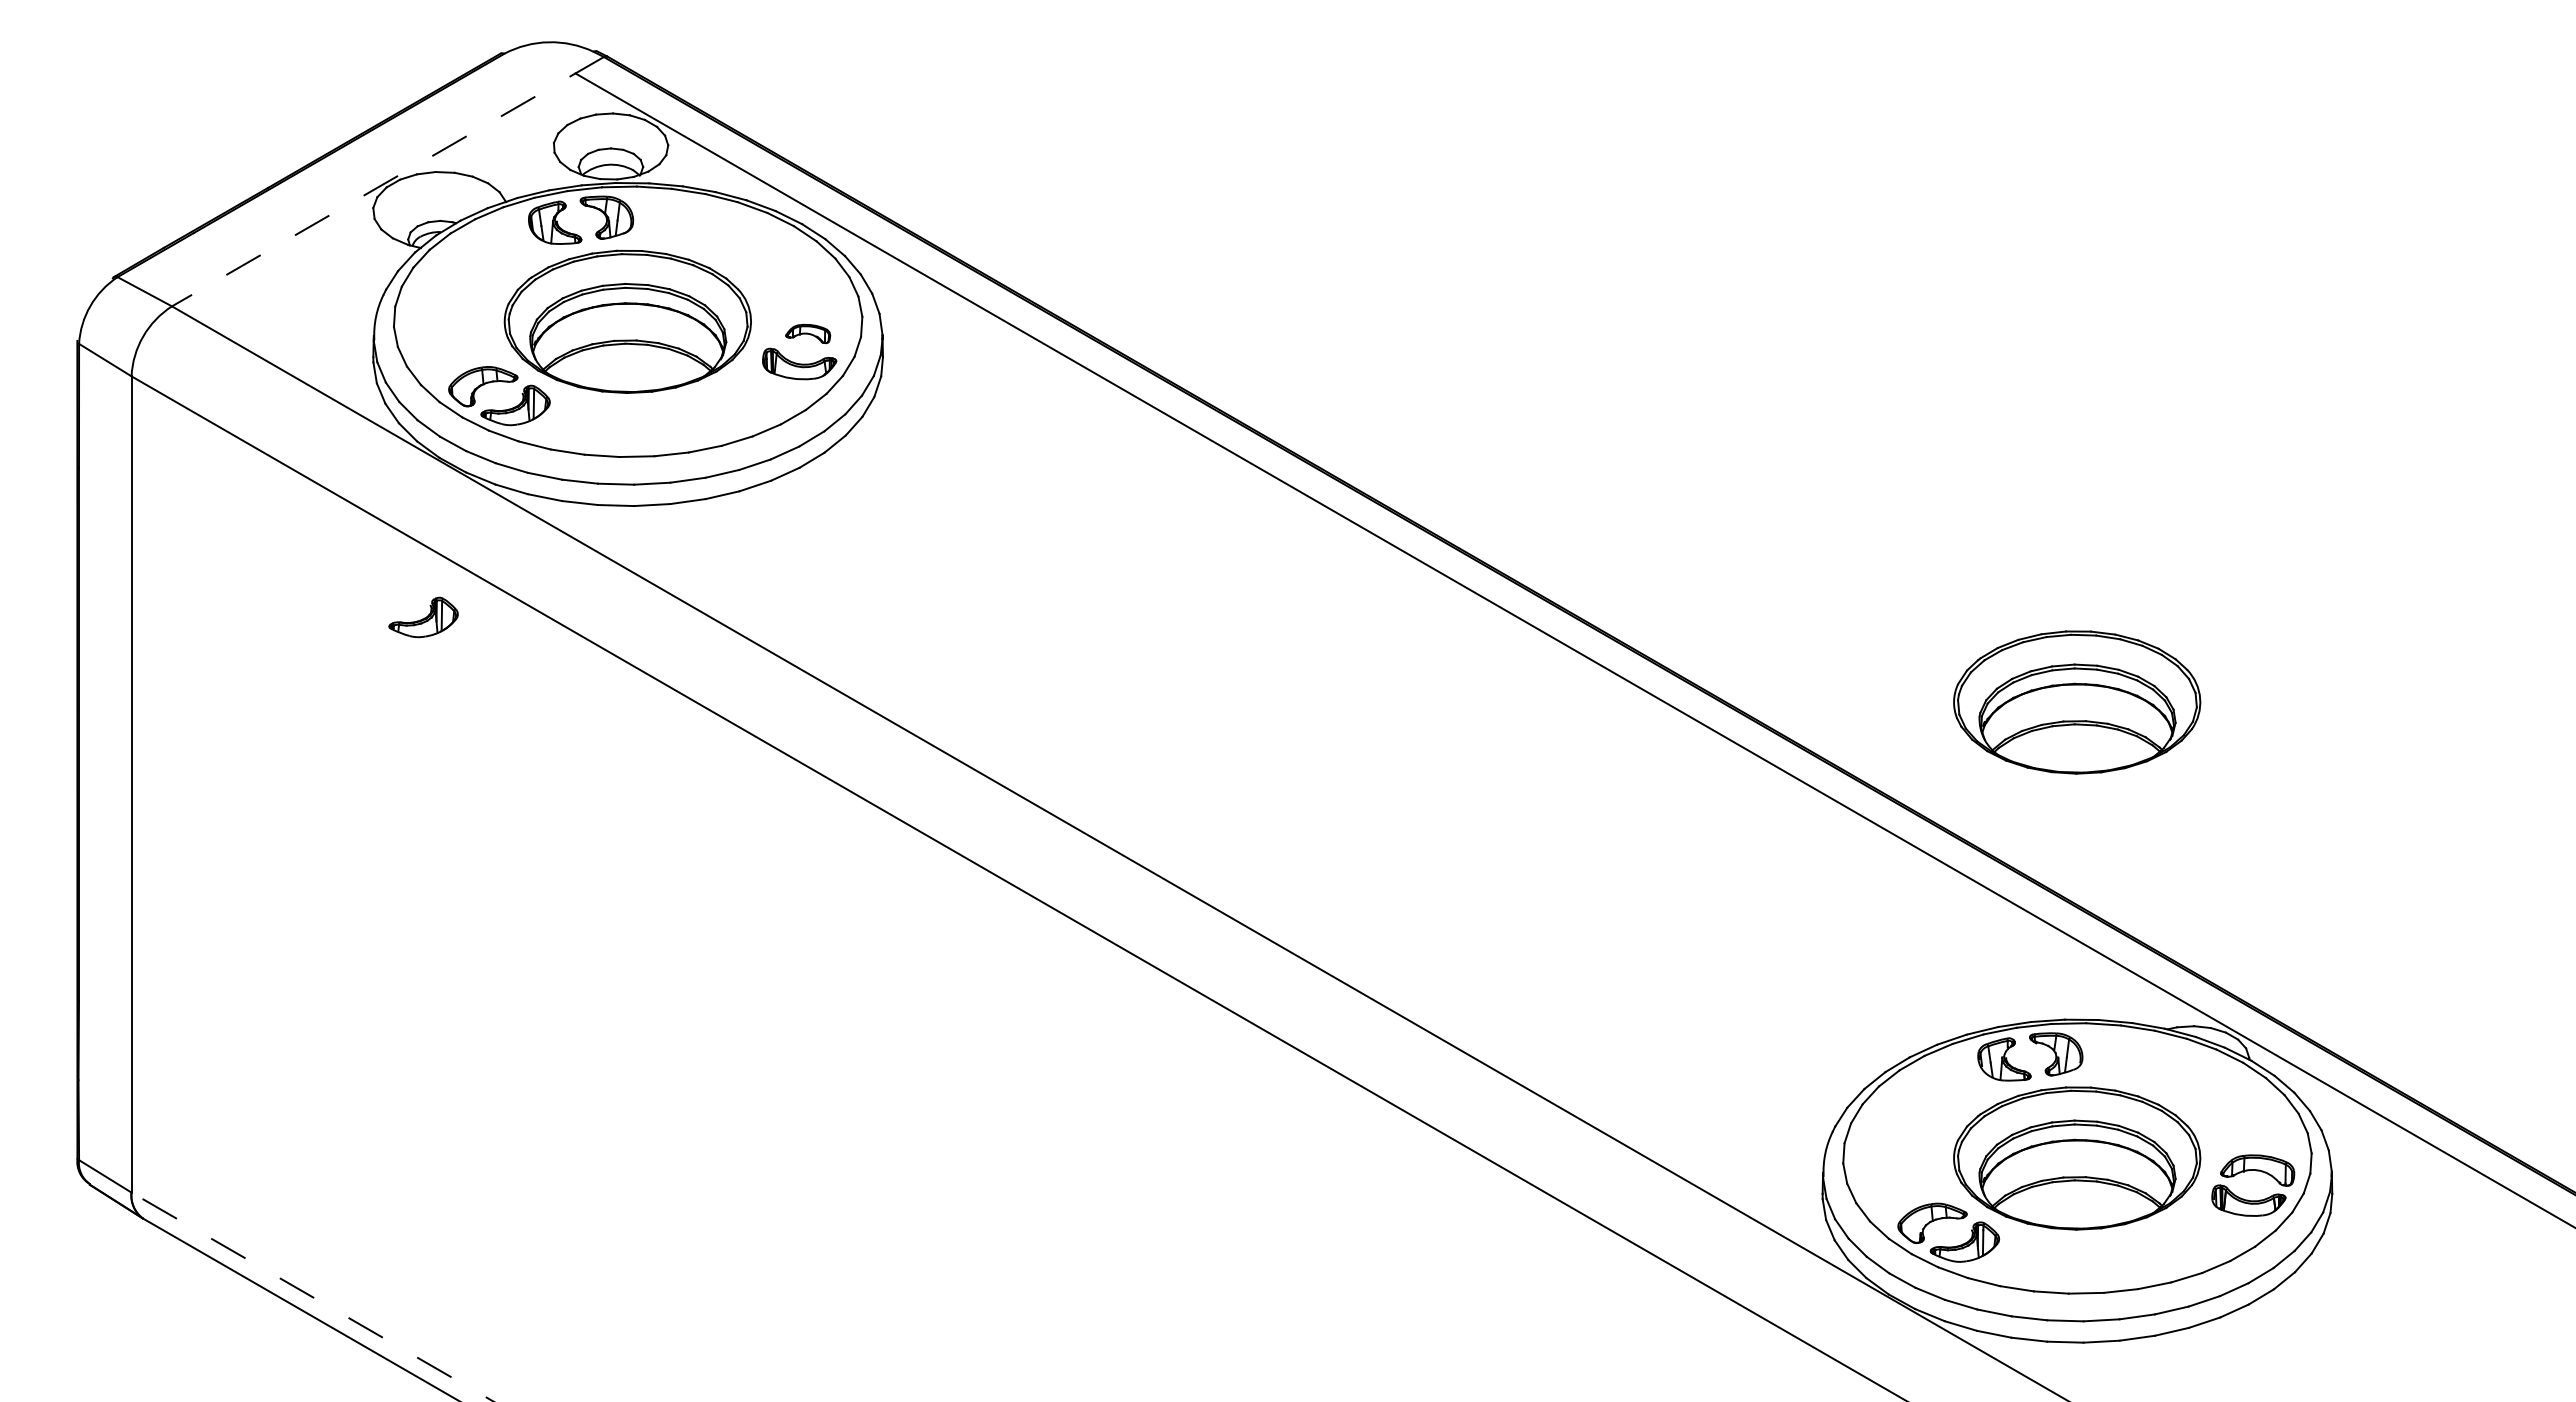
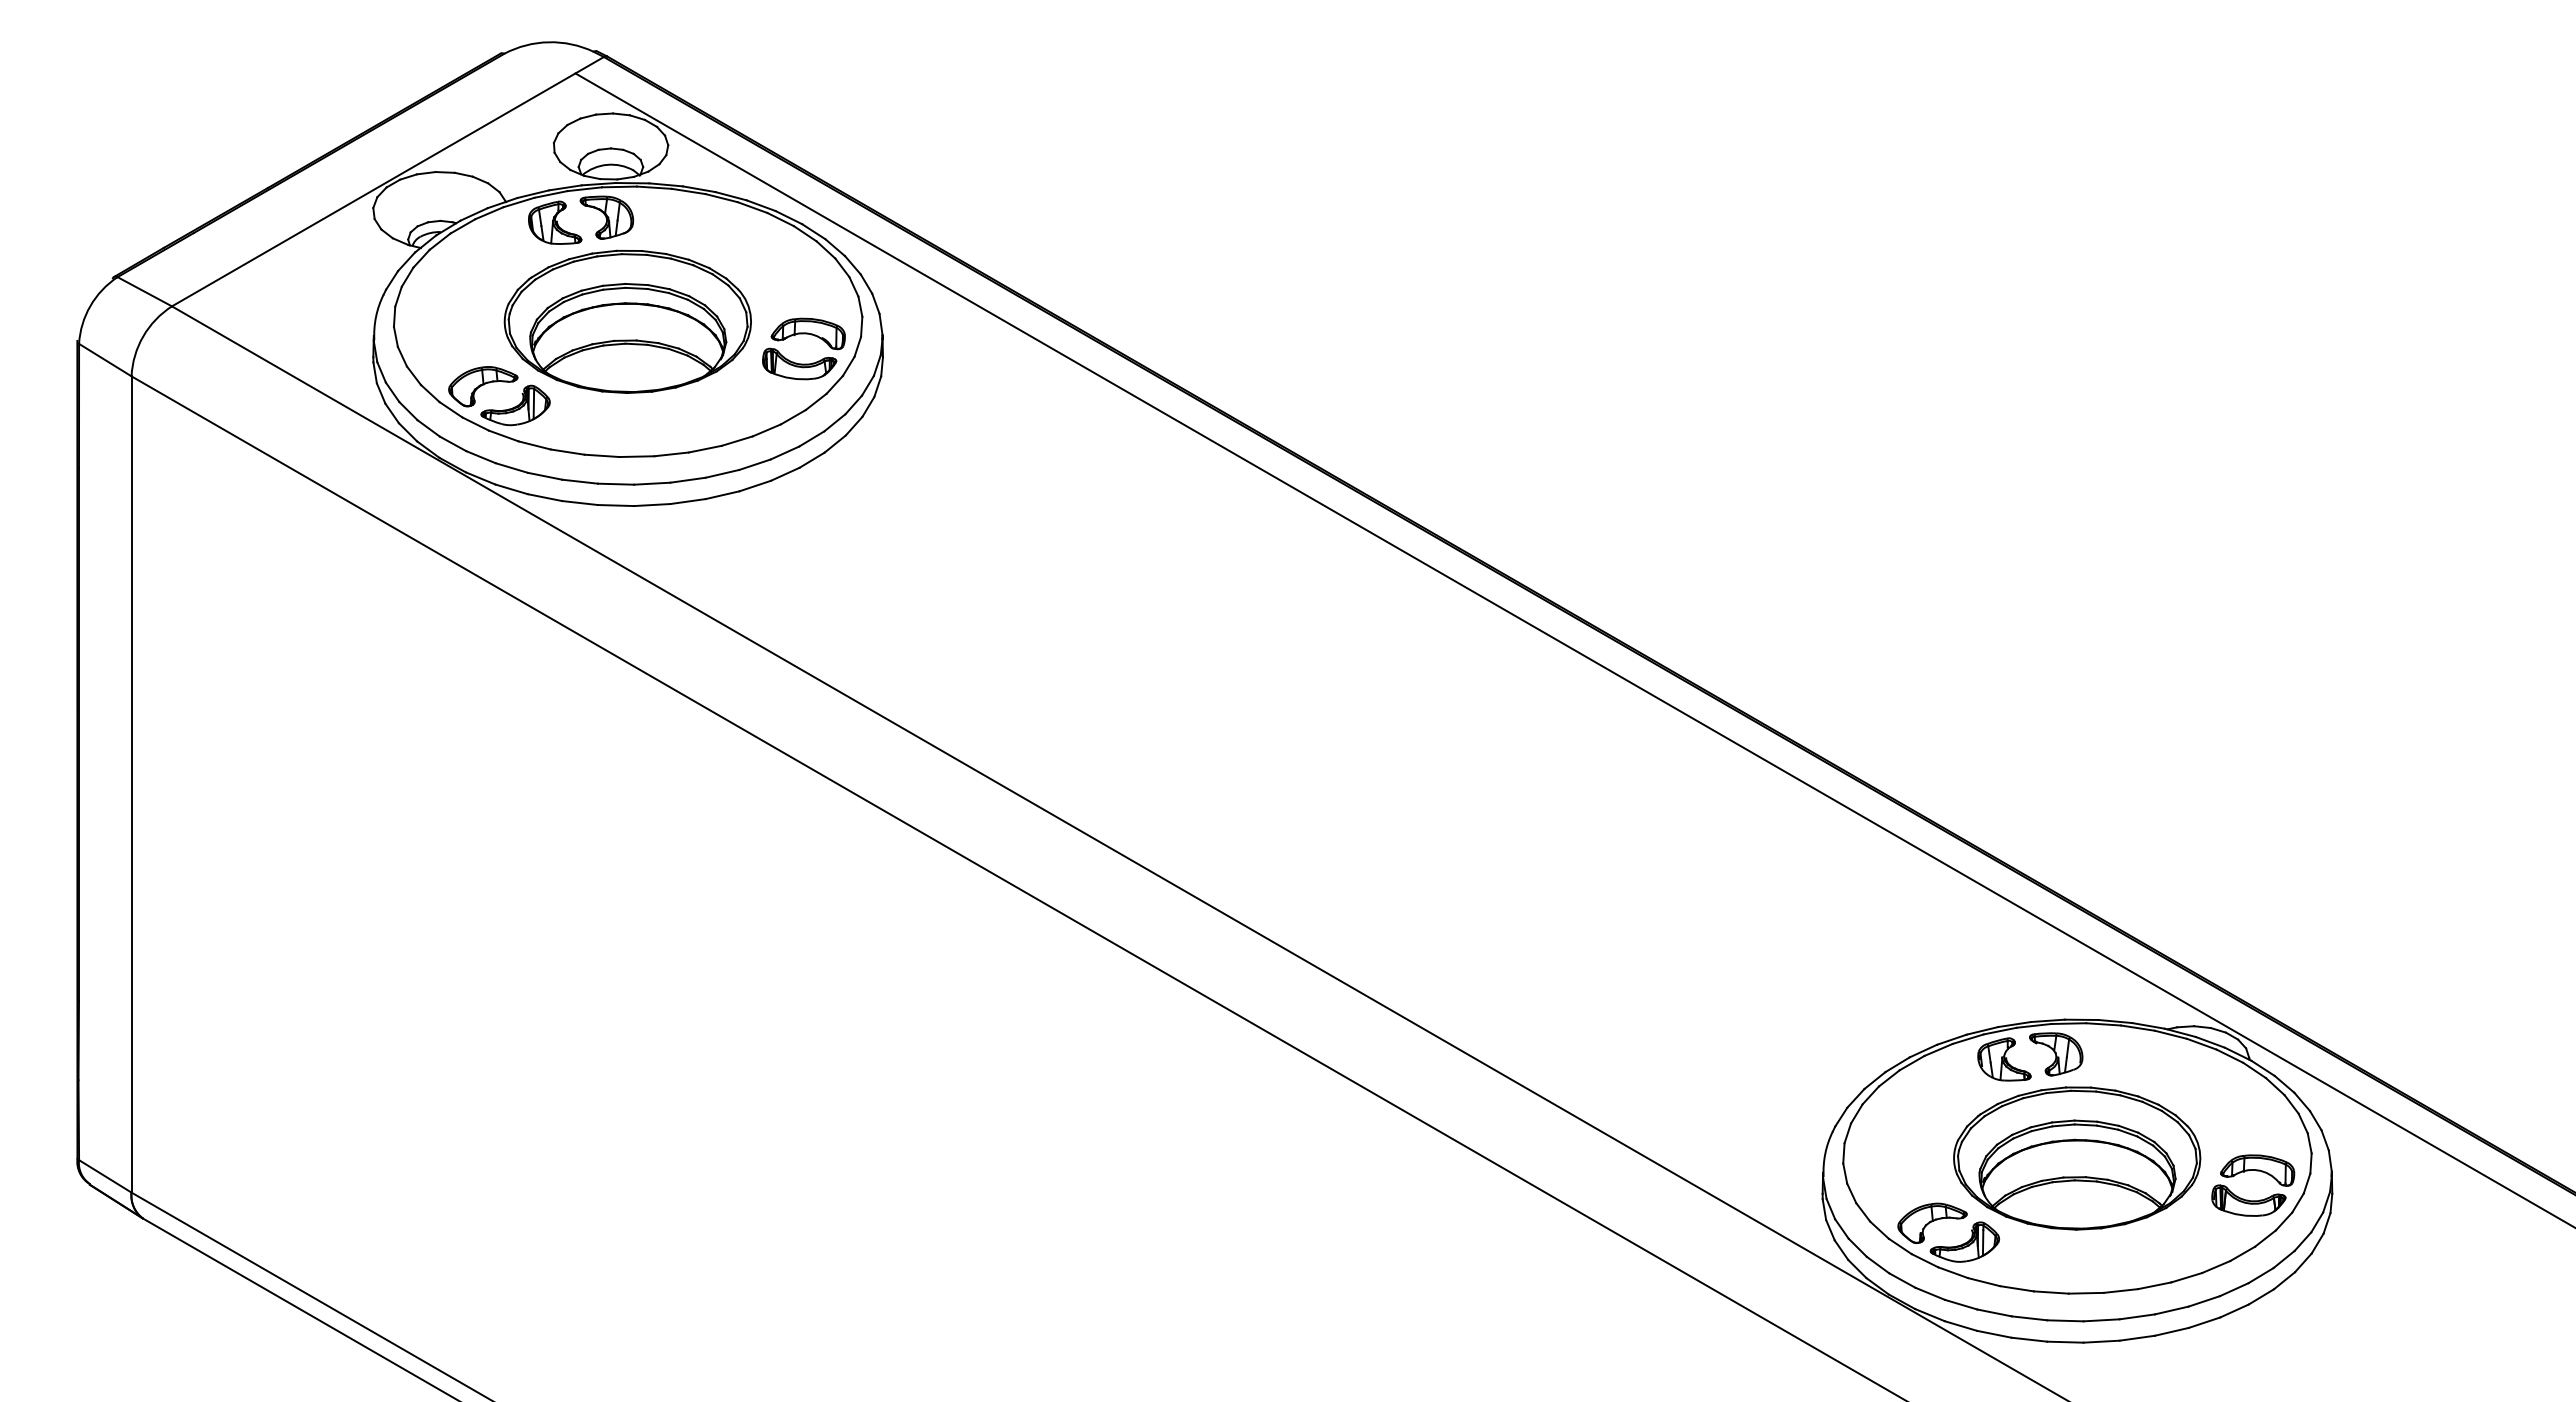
line at (387, 181): dashed -> solid
part at (808, 333) size: 47x21 px -> 76x34 px
part at (423, 617): present -> none
part at (2077, 702): present -> none
line at (312, 1297): dashed -> solid
